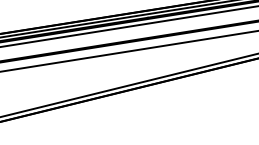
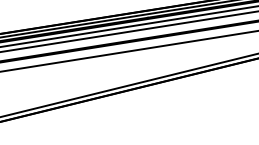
line at (128, 31): none -> present
